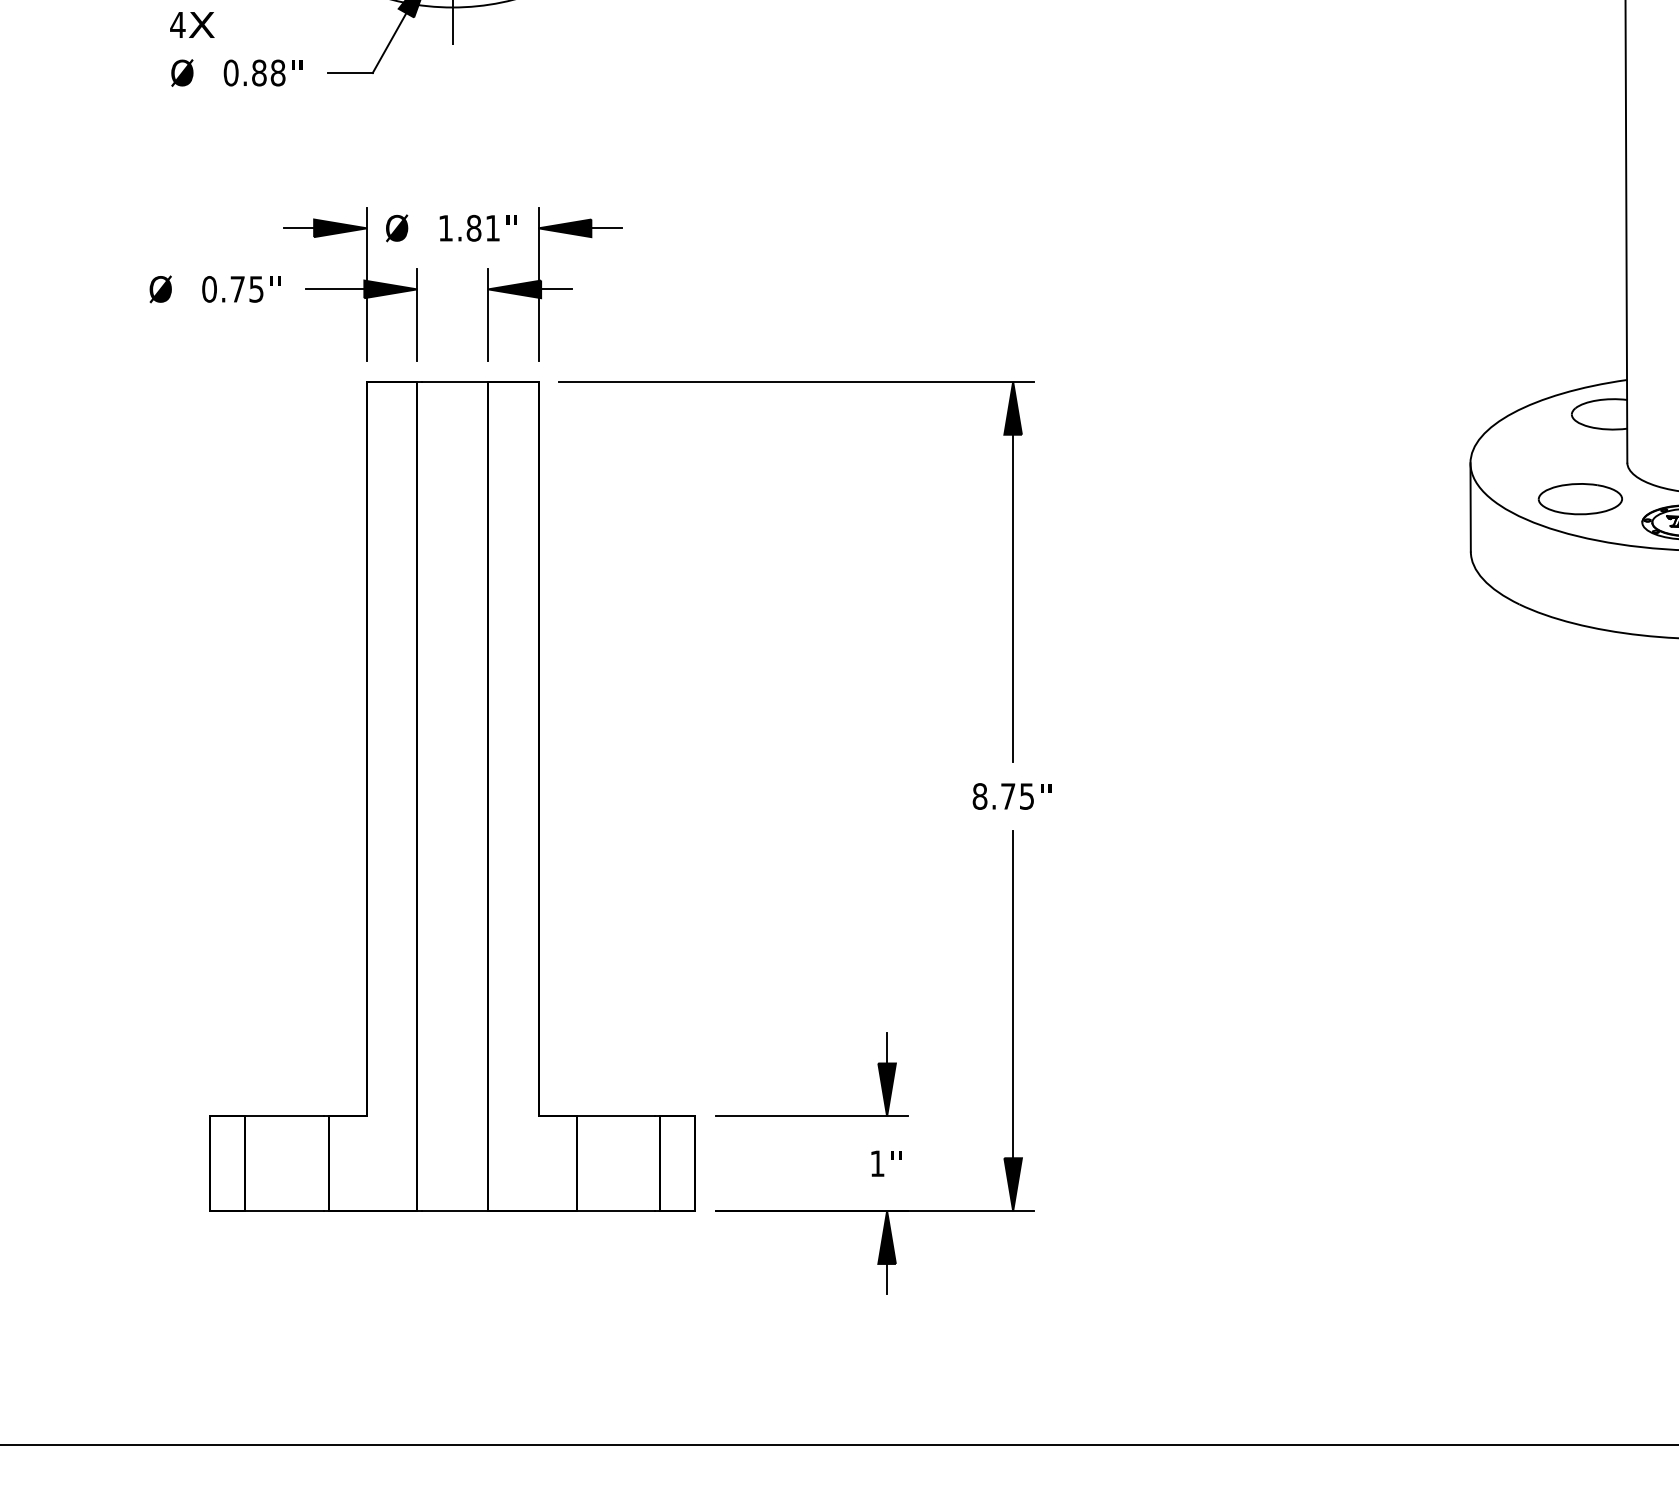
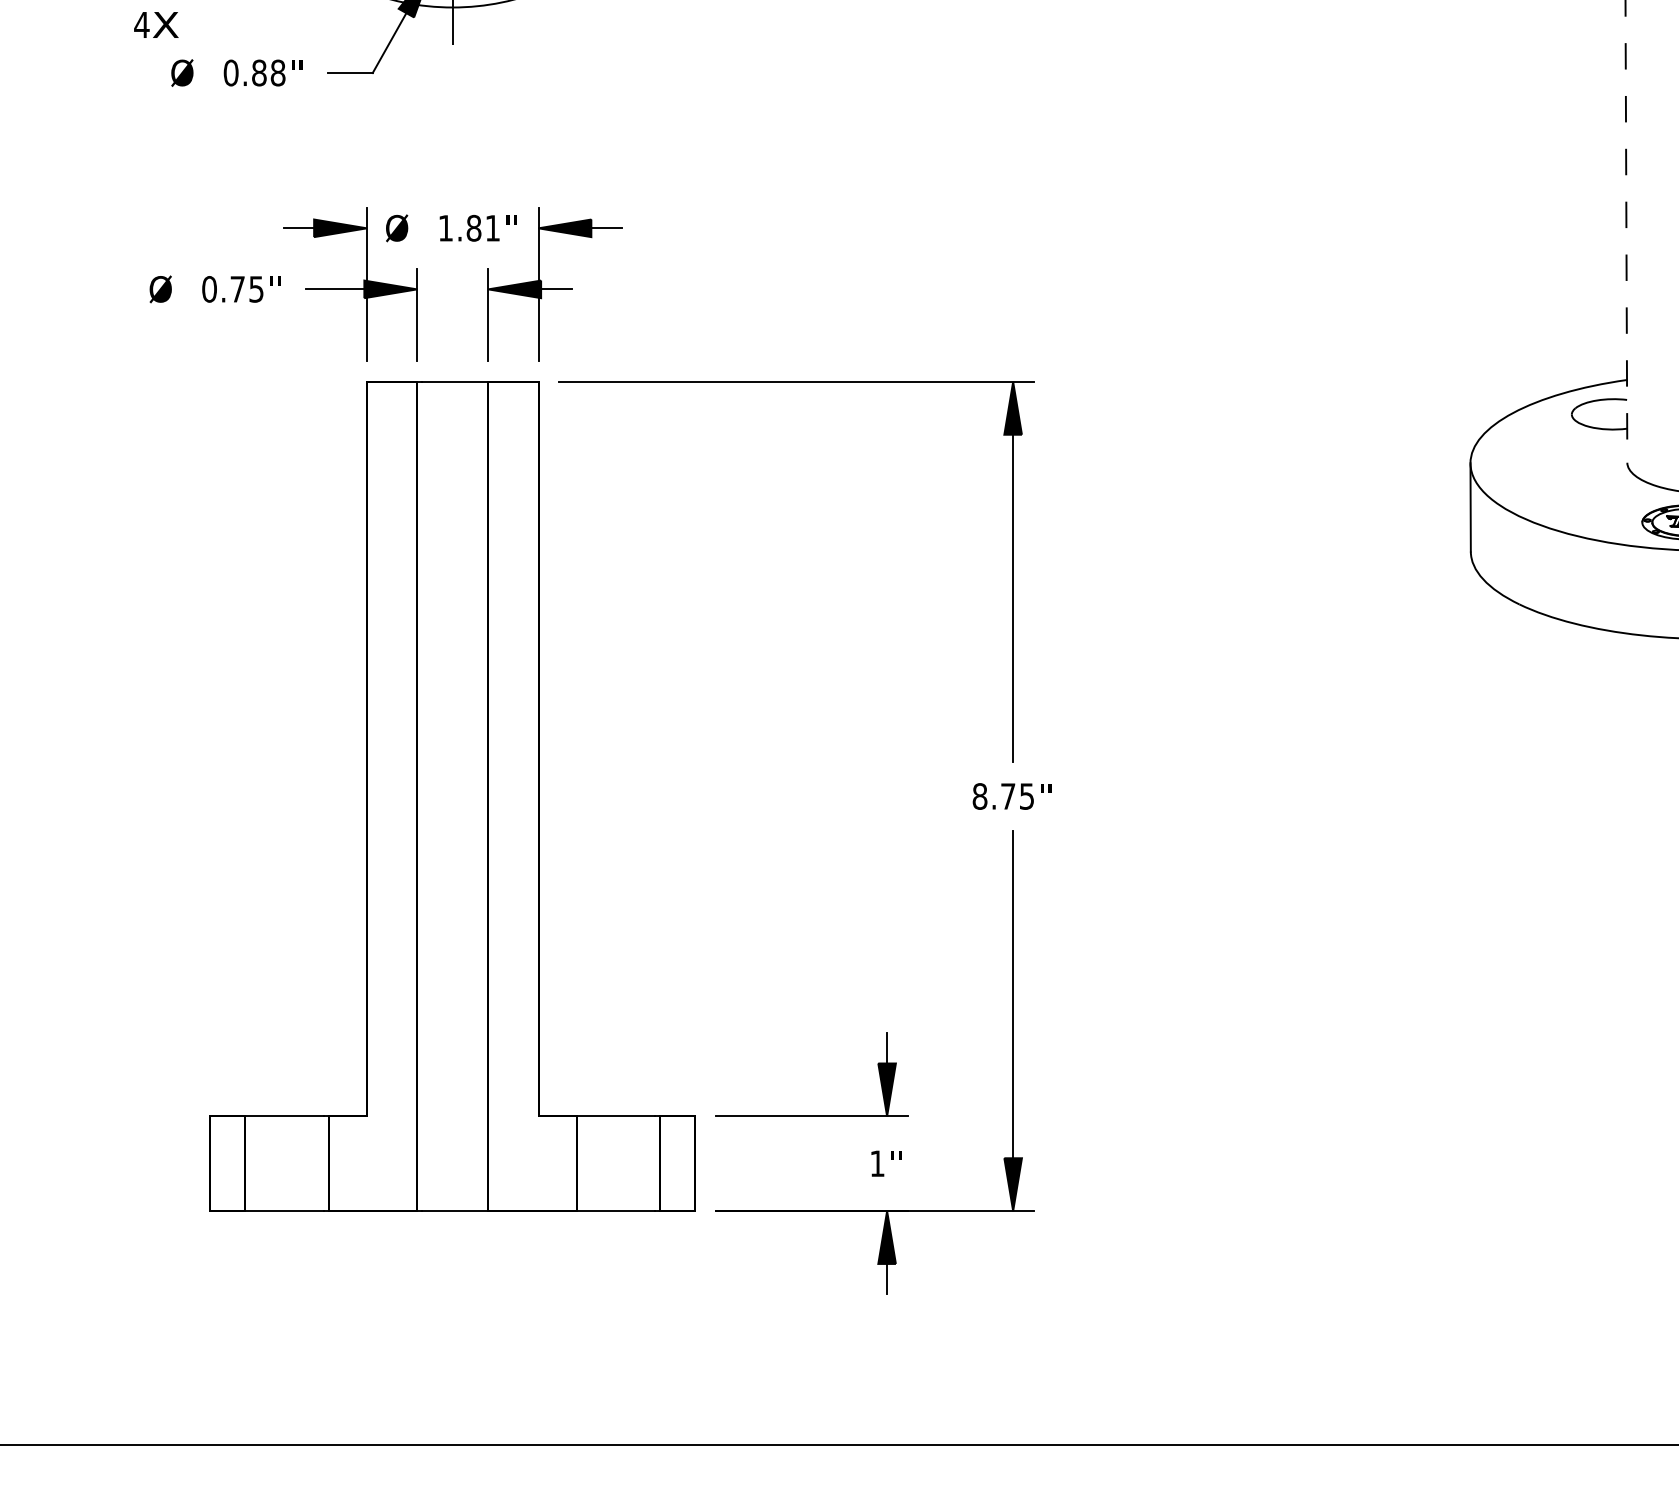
text at (192, 24) position: (192, 24) -> (156, 24)
line at (1626, 231): solid -> dashed
part at (1579, 499): present -> none
